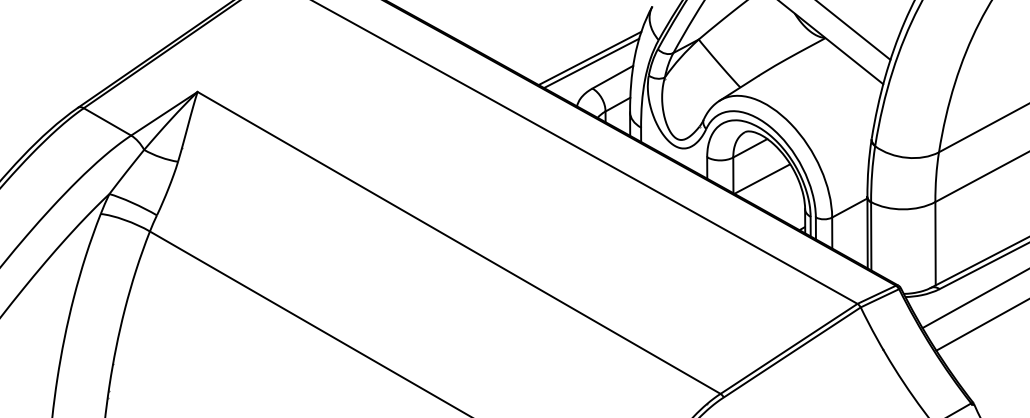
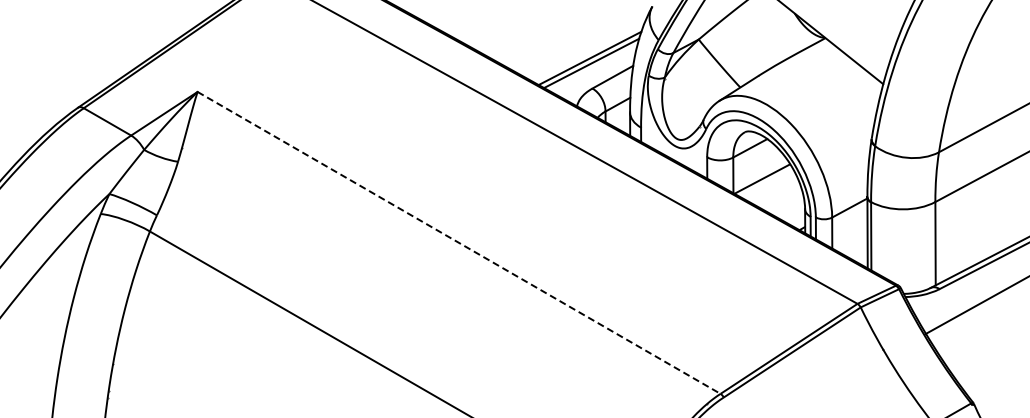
line at (854, 30): present -> none
line at (459, 242): solid -> dashed
line at (974, 299) position: (974, 299) -> (975, 306)
line at (981, 325): present -> none
